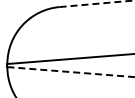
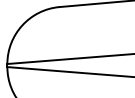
line at (97, 3): dashed -> solid
line at (71, 72): dashed -> solid
